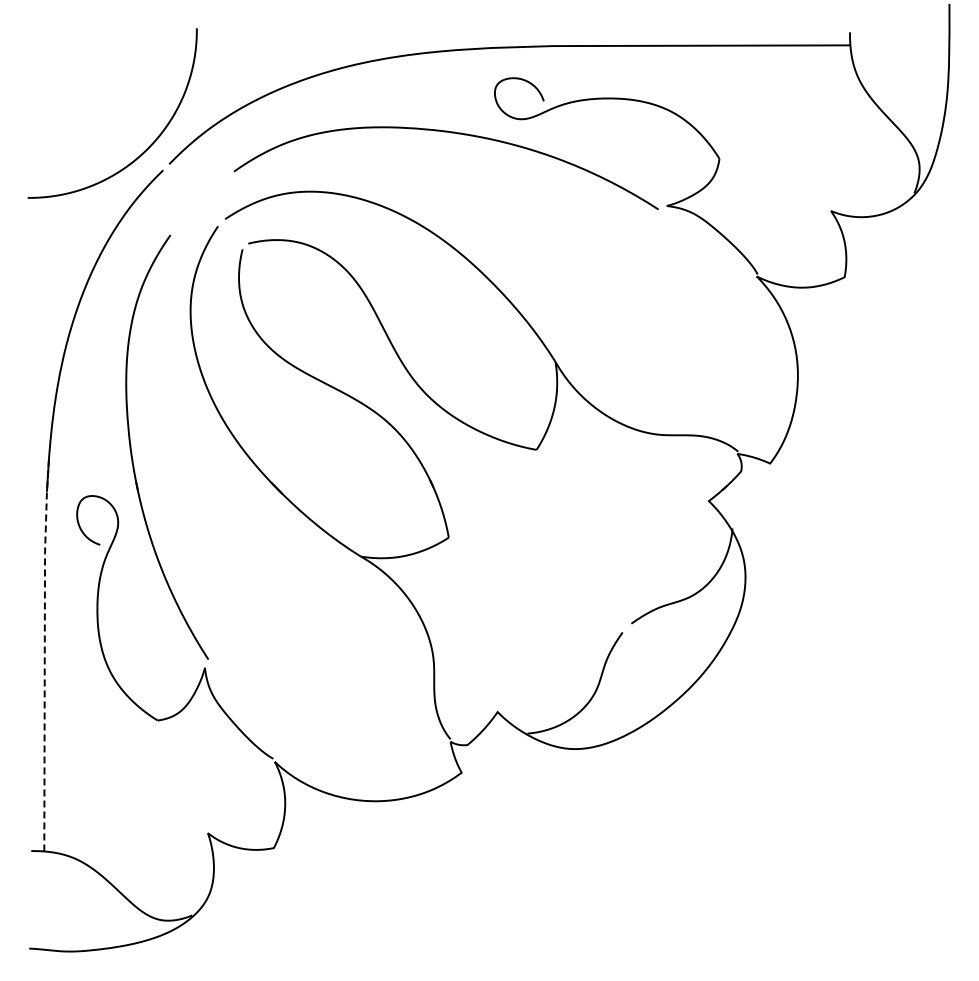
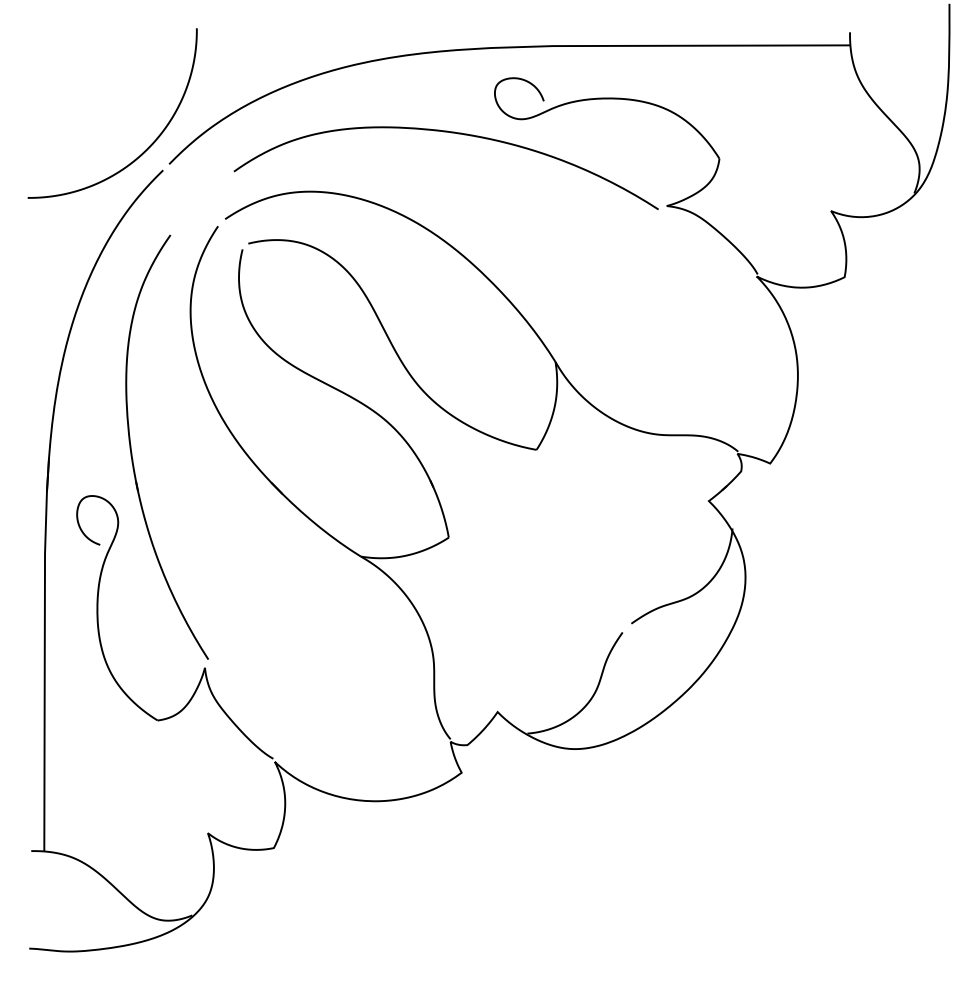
line at (44, 652): dashed -> solid
